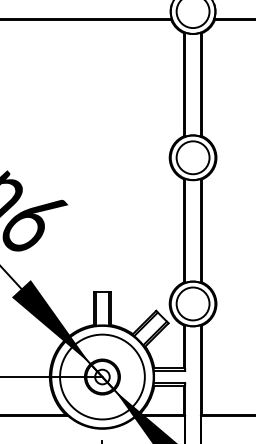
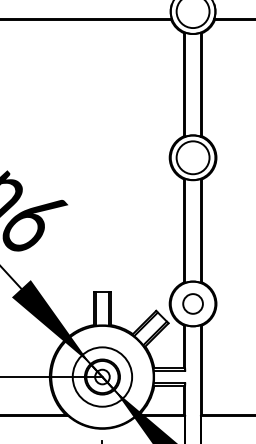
circle at (192, 303) diameter: 33 px -> 20 px
circle at (102, 376) diameter: 85 px -> 59 px
